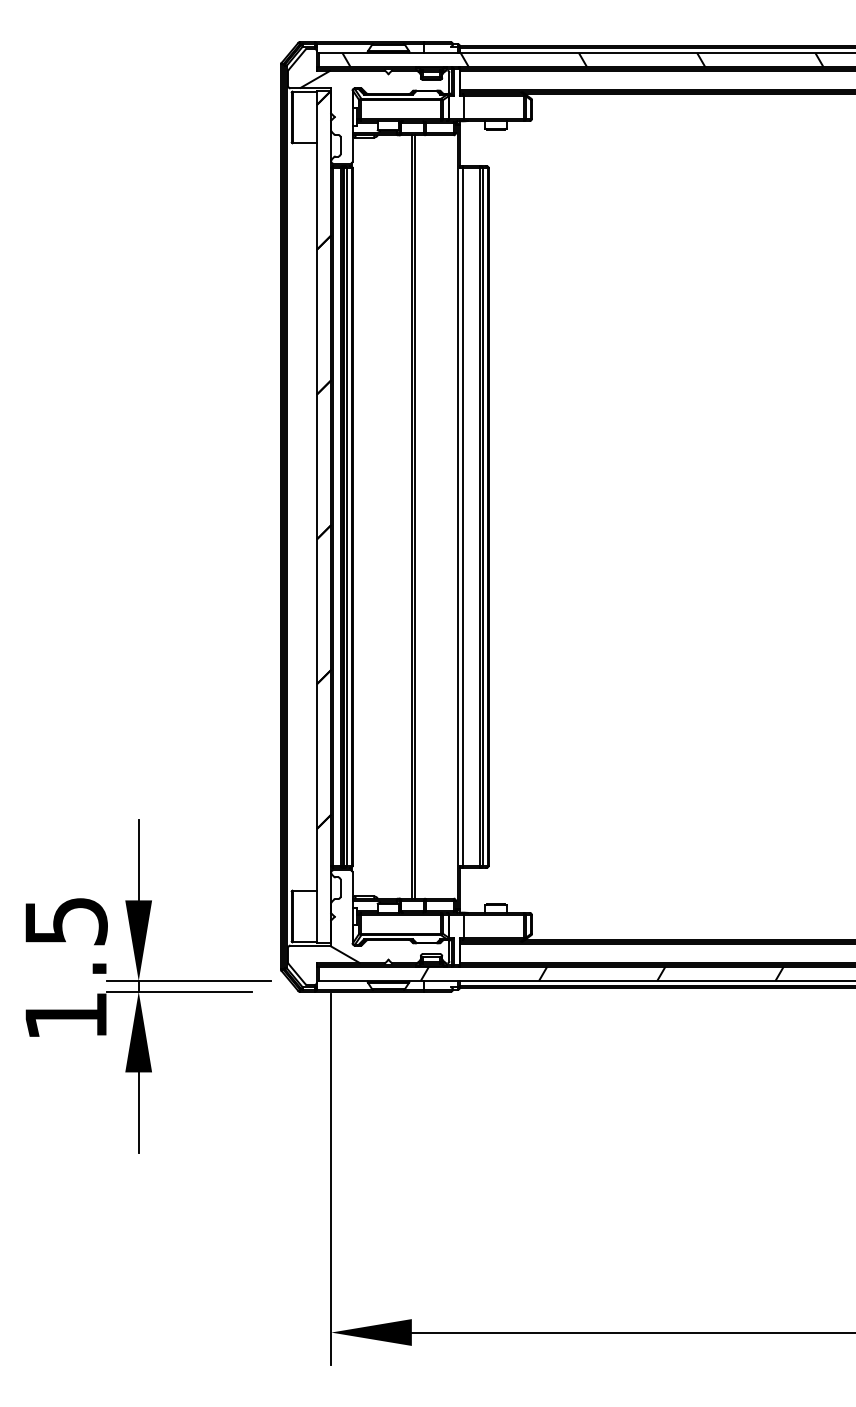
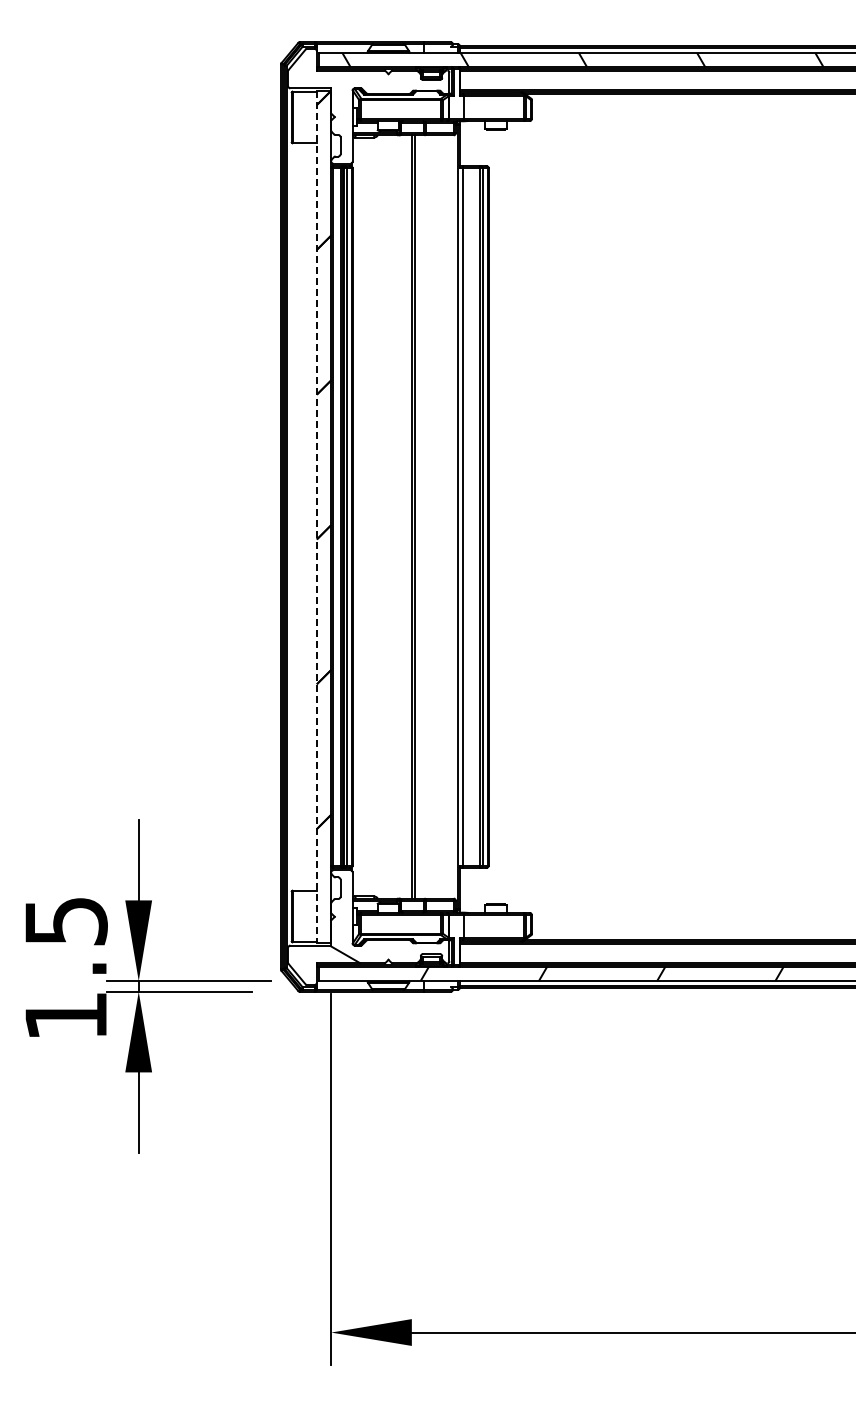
hatch at (314, 79): present -> none
line at (316, 517): solid -> dashed
